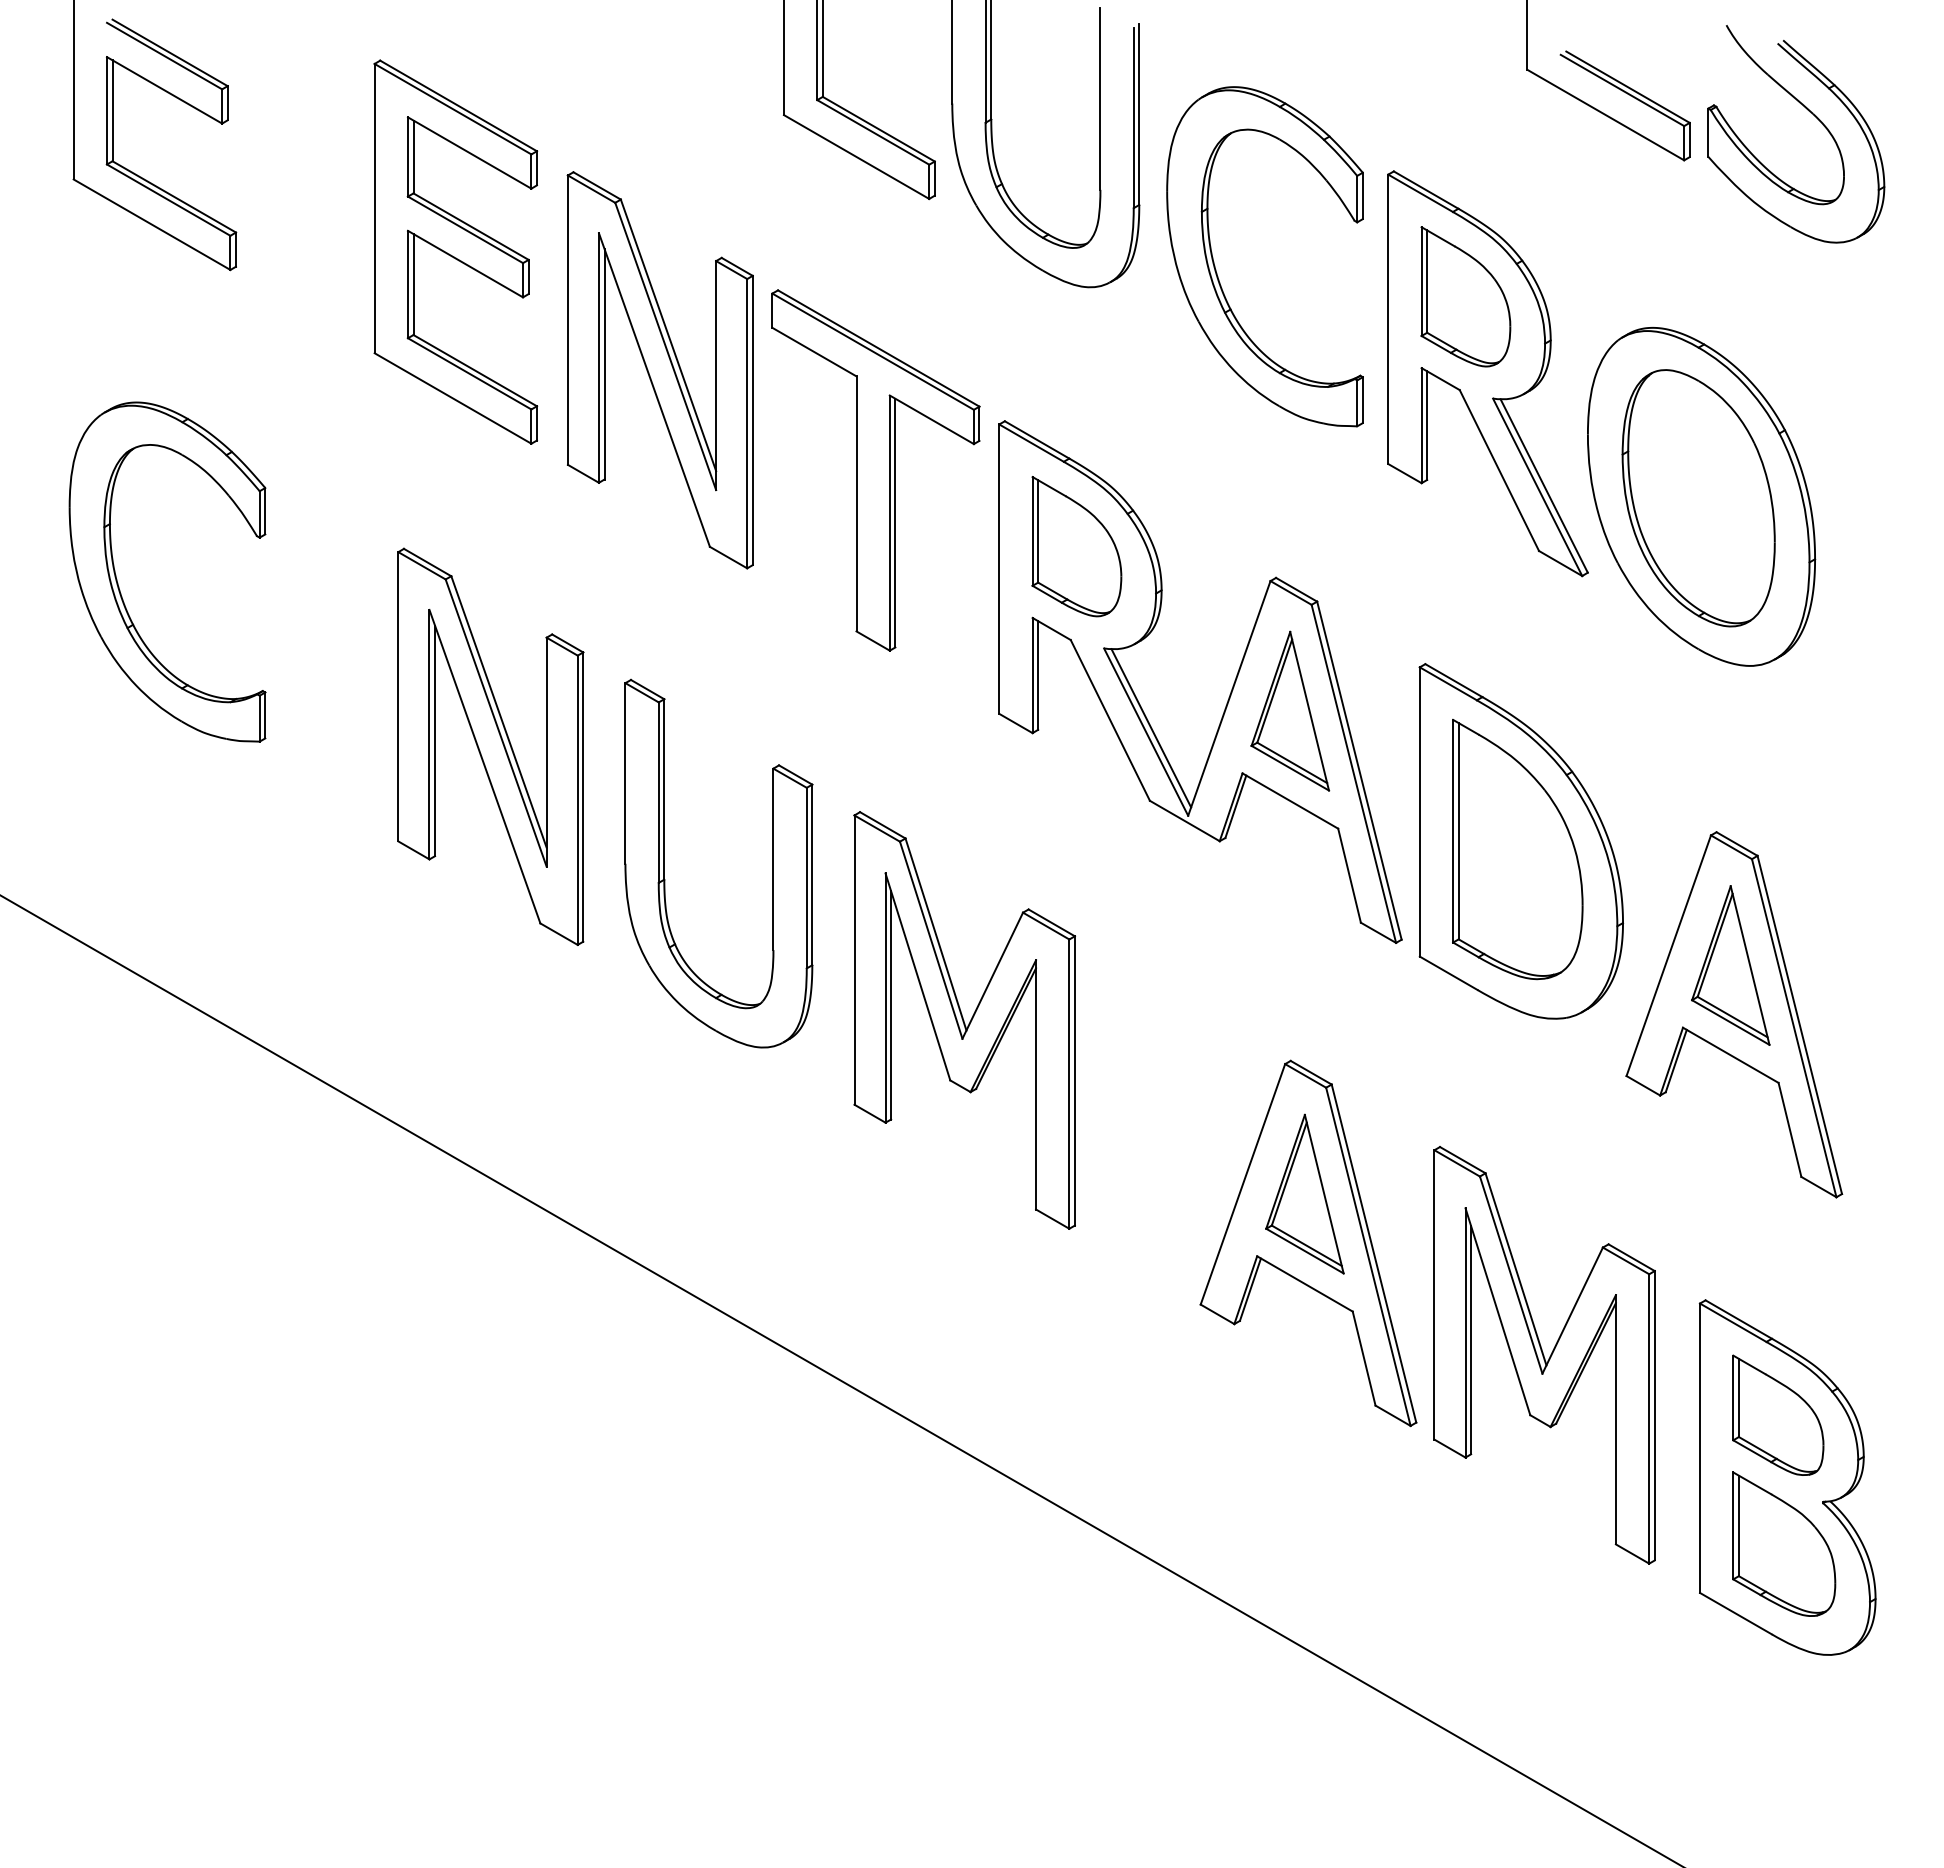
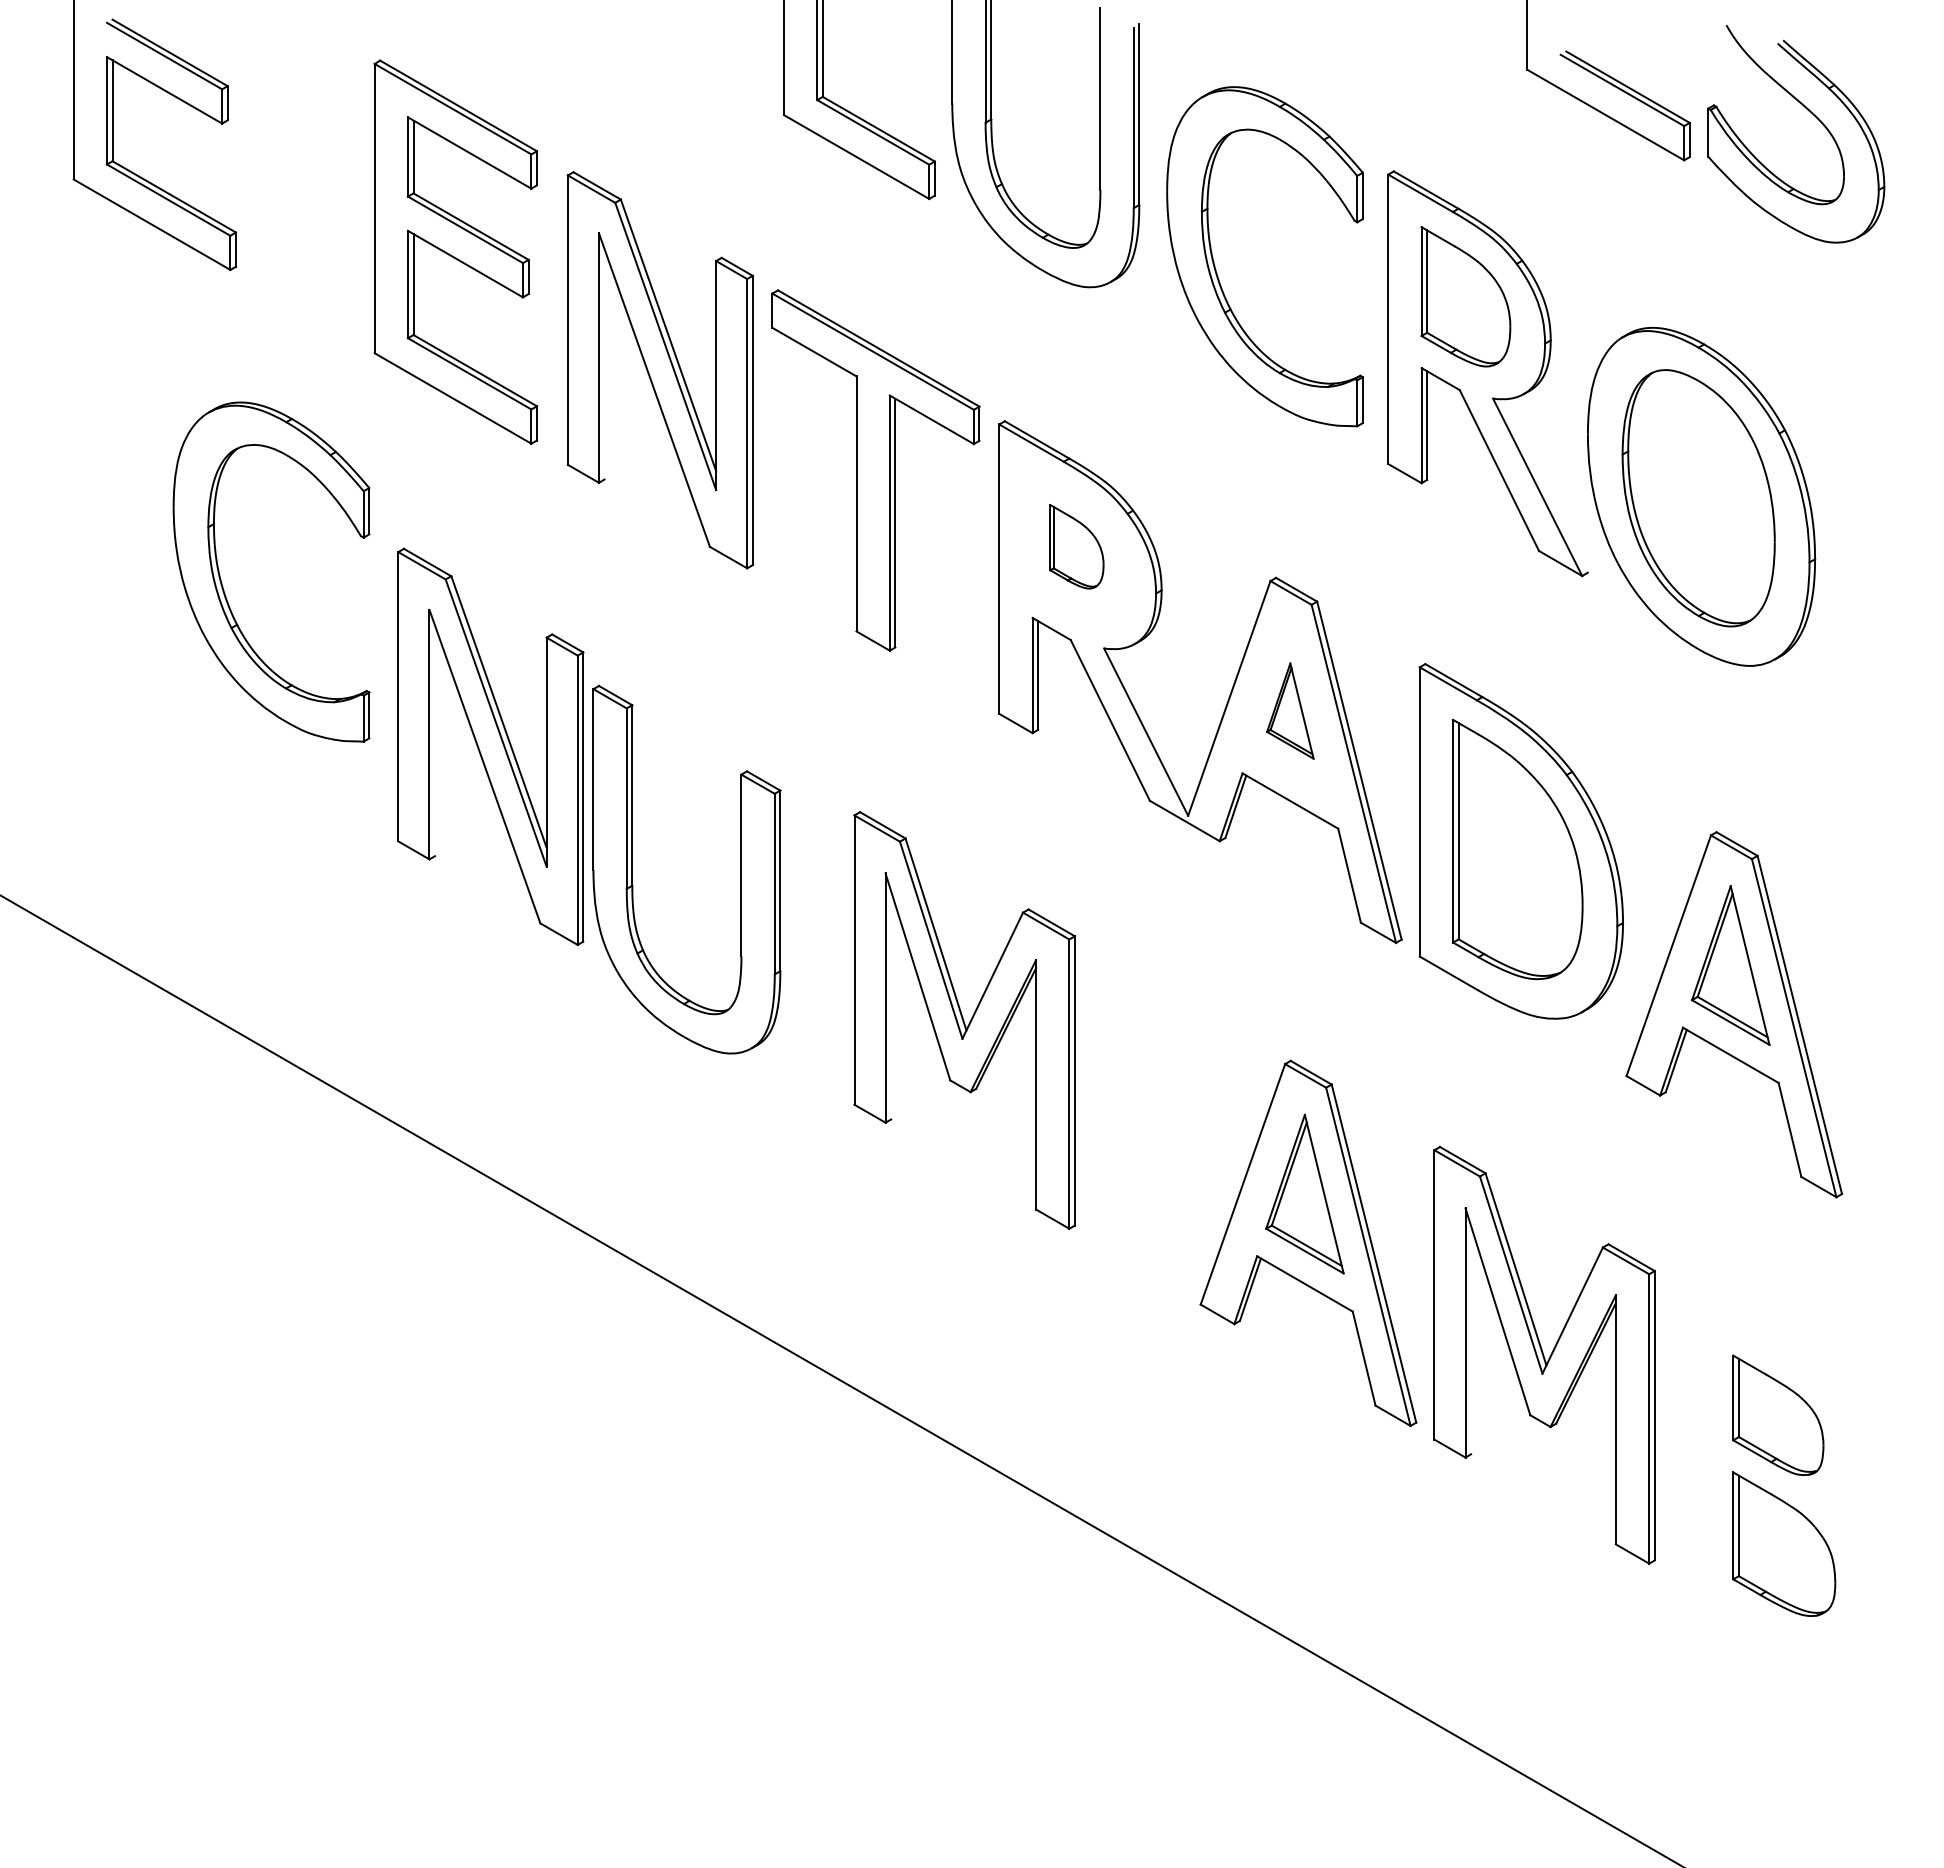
line at (604, 364): present -> none
line at (1543, 485): present -> none
part at (1076, 546) size: 92x142 px -> 56x86 px
part at (119, 586) position: (119, 586) -> (223, 586)
part at (1290, 710) size: 81x162 px -> 49x98 px
line at (1151, 728): present -> none
line at (435, 740): present -> none
part at (664, 863) position: (664, 863) -> (632, 869)
line at (891, 1005): present -> none
line at (1471, 1340): present -> none
part at (1787, 1477): present -> none
